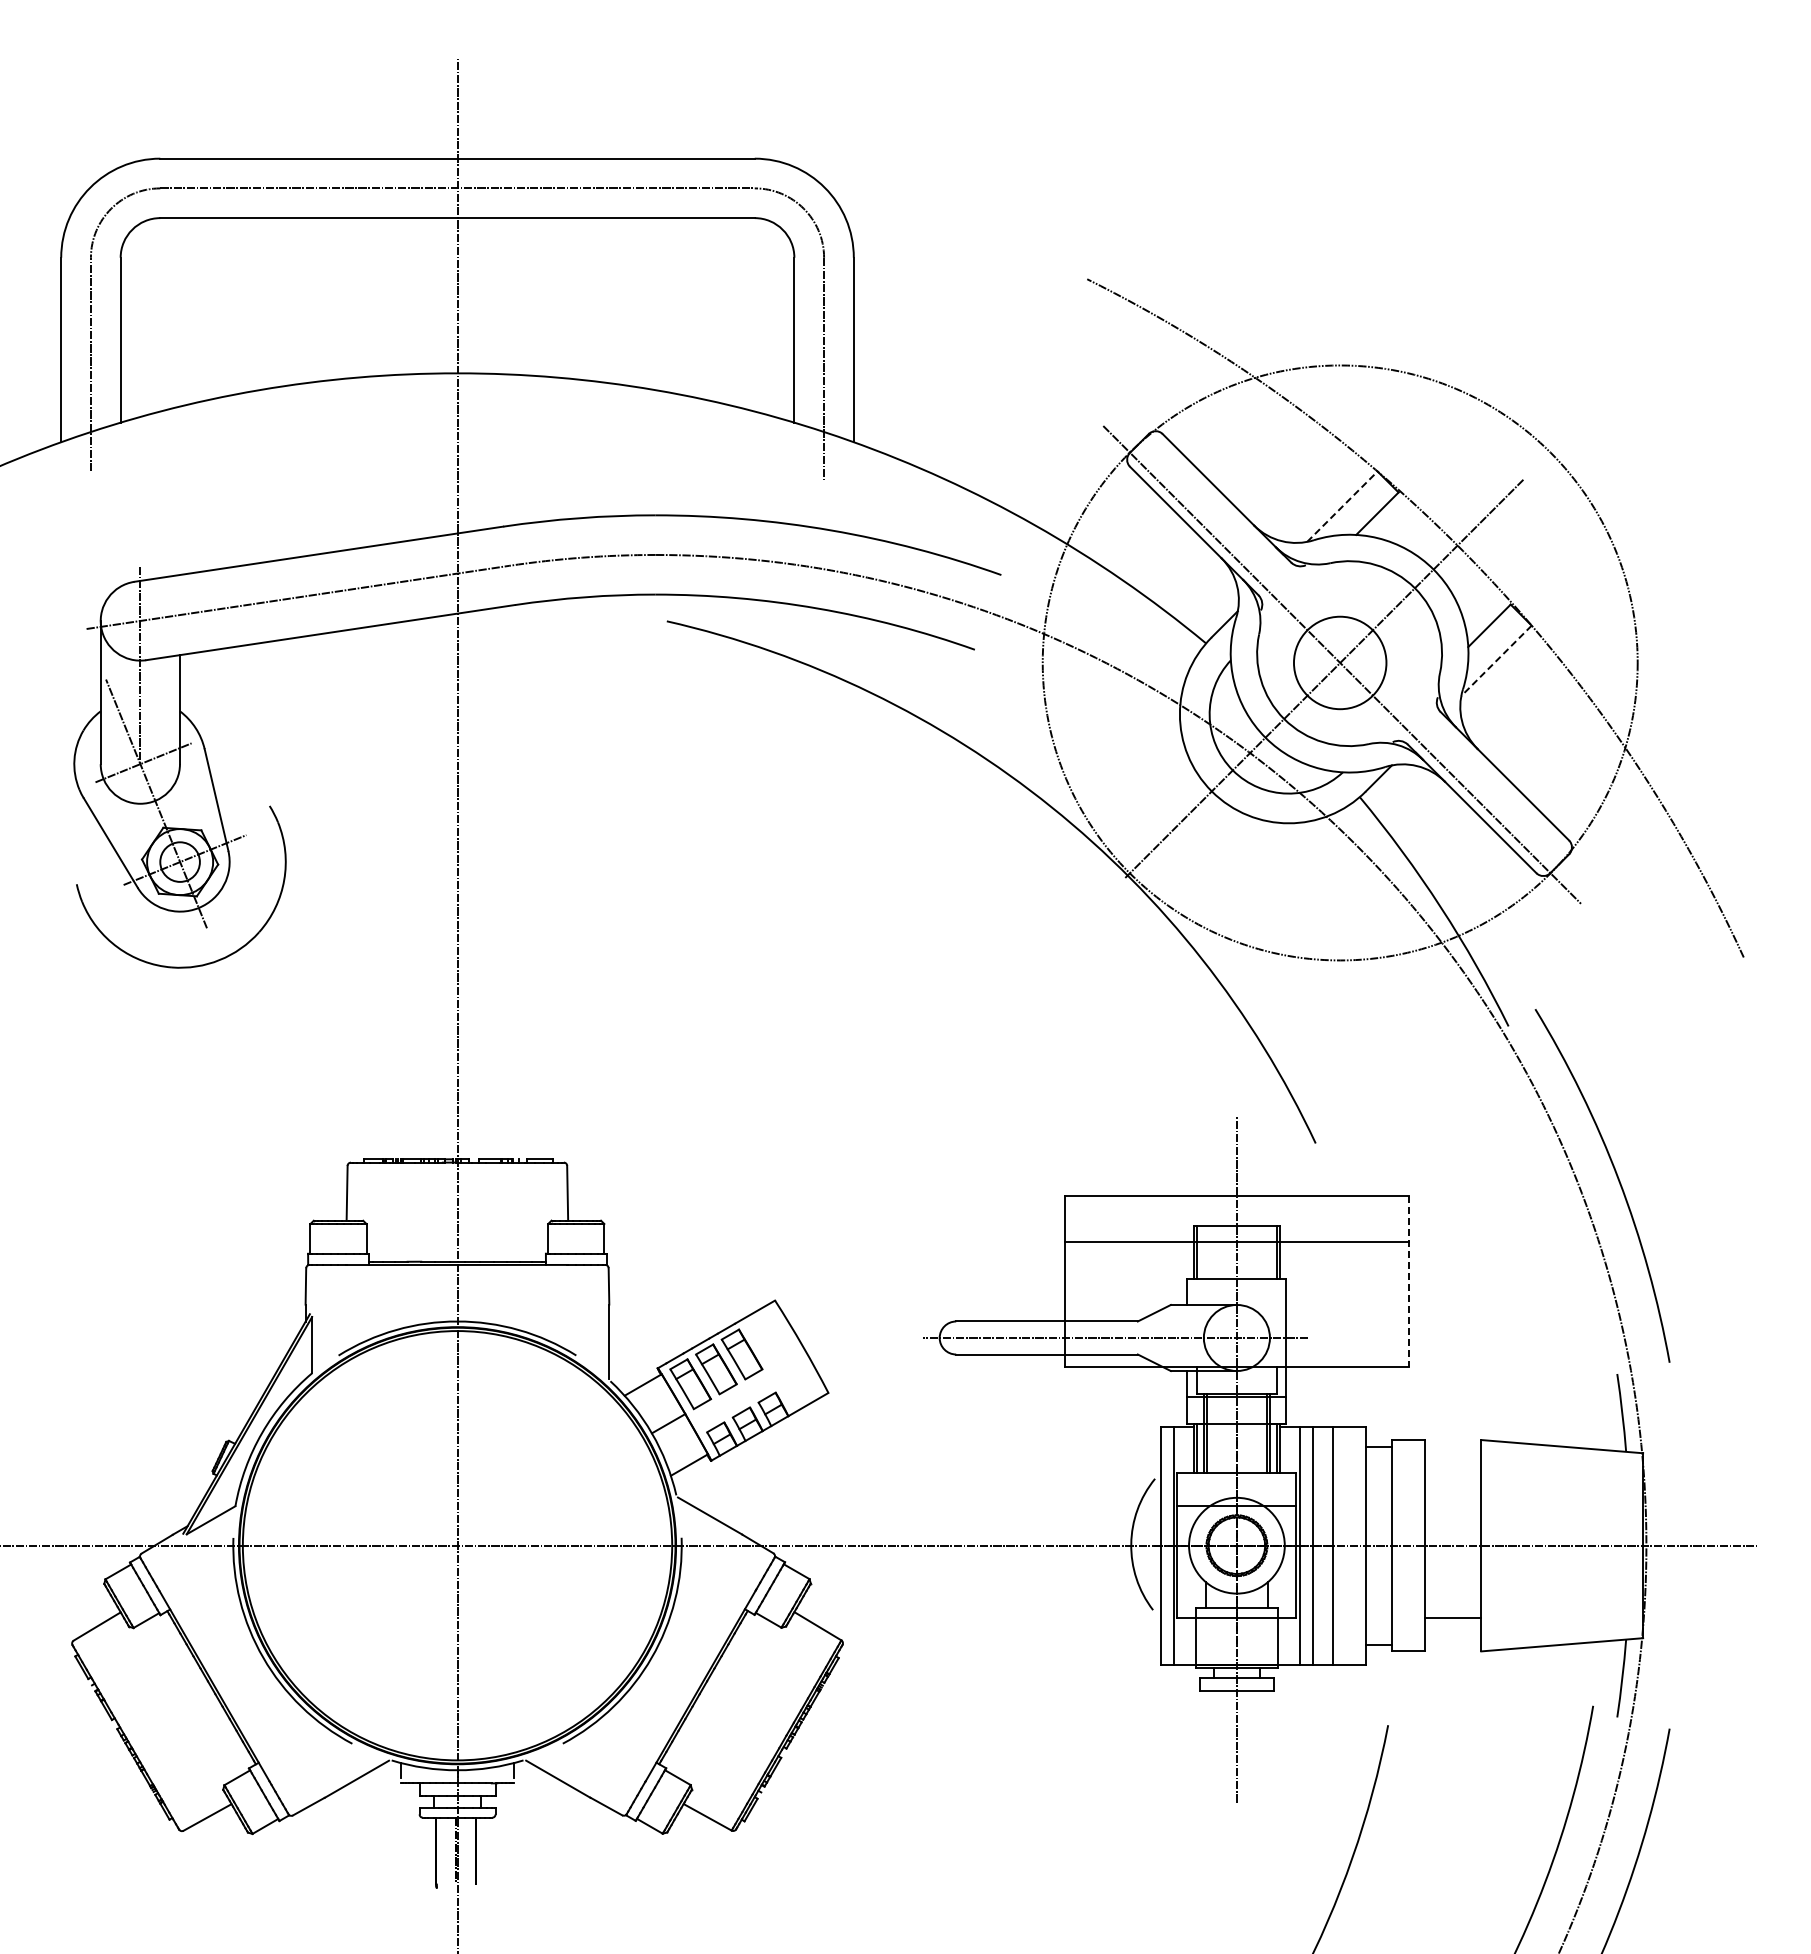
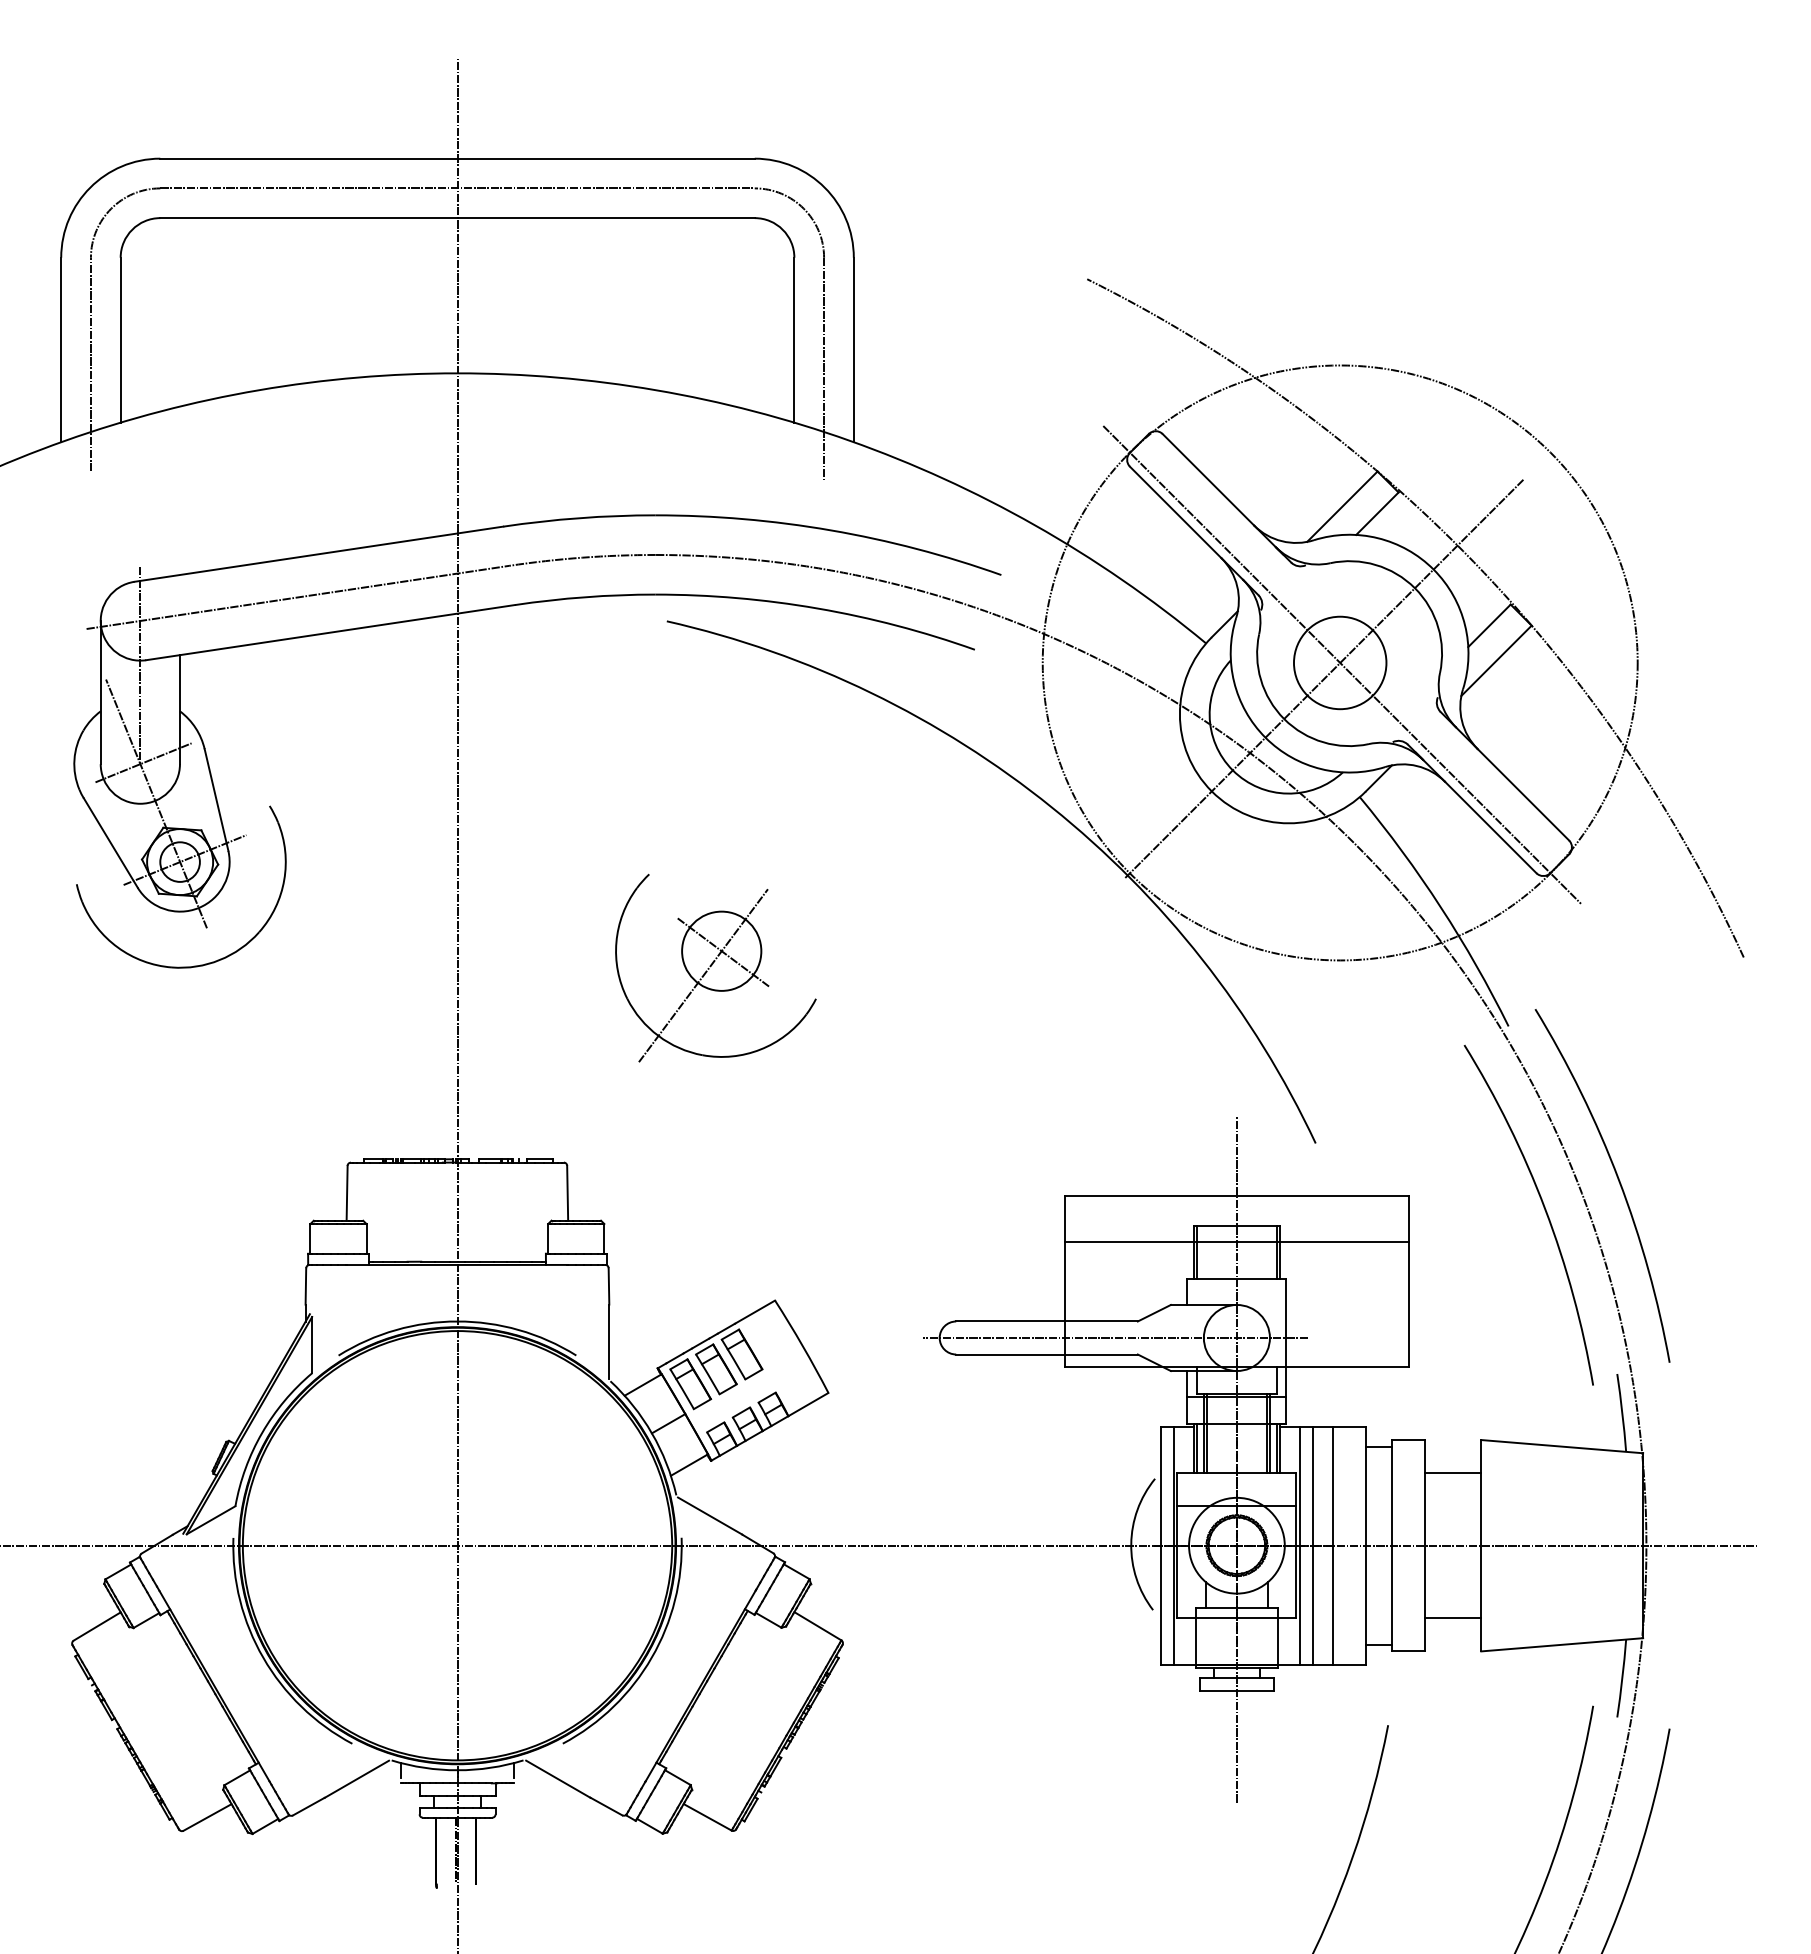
line at (1342, 506): dashed -> solid
line at (1496, 660): dashed -> solid
part at (715, 967): none -> present
arc at (1544, 1210): none -> present
line at (1408, 1281): dashed -> solid
line at (1453, 1473): none -> present
